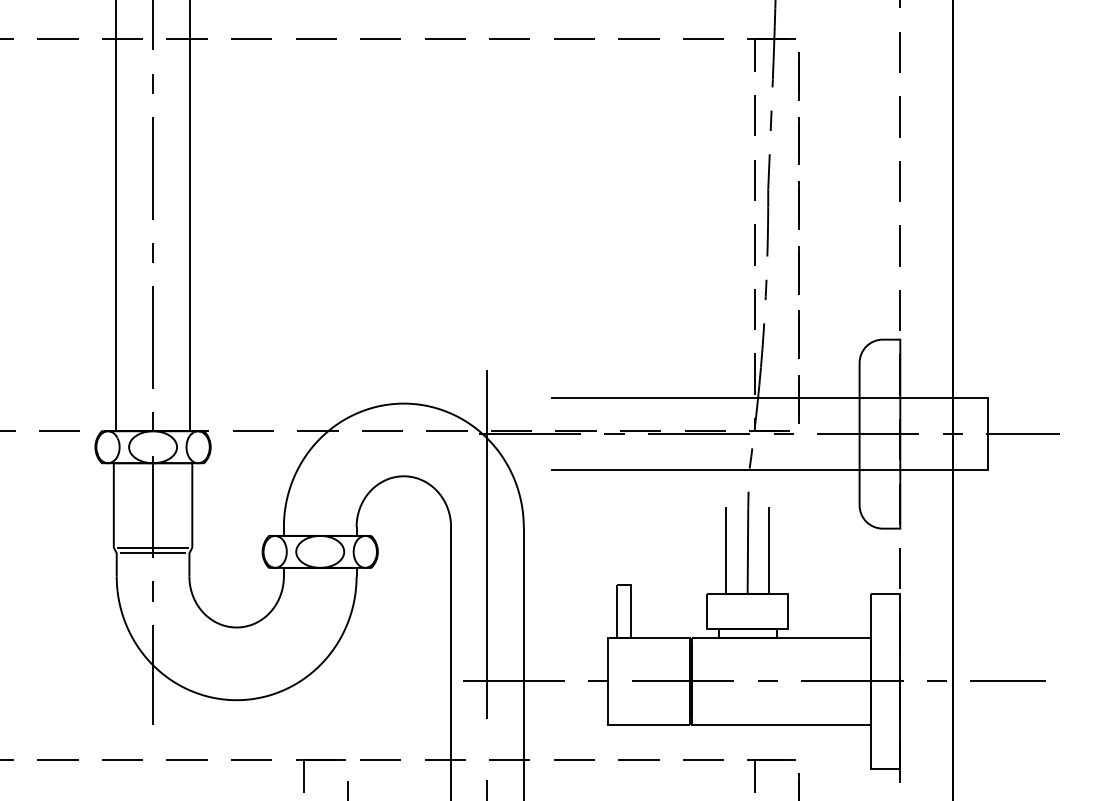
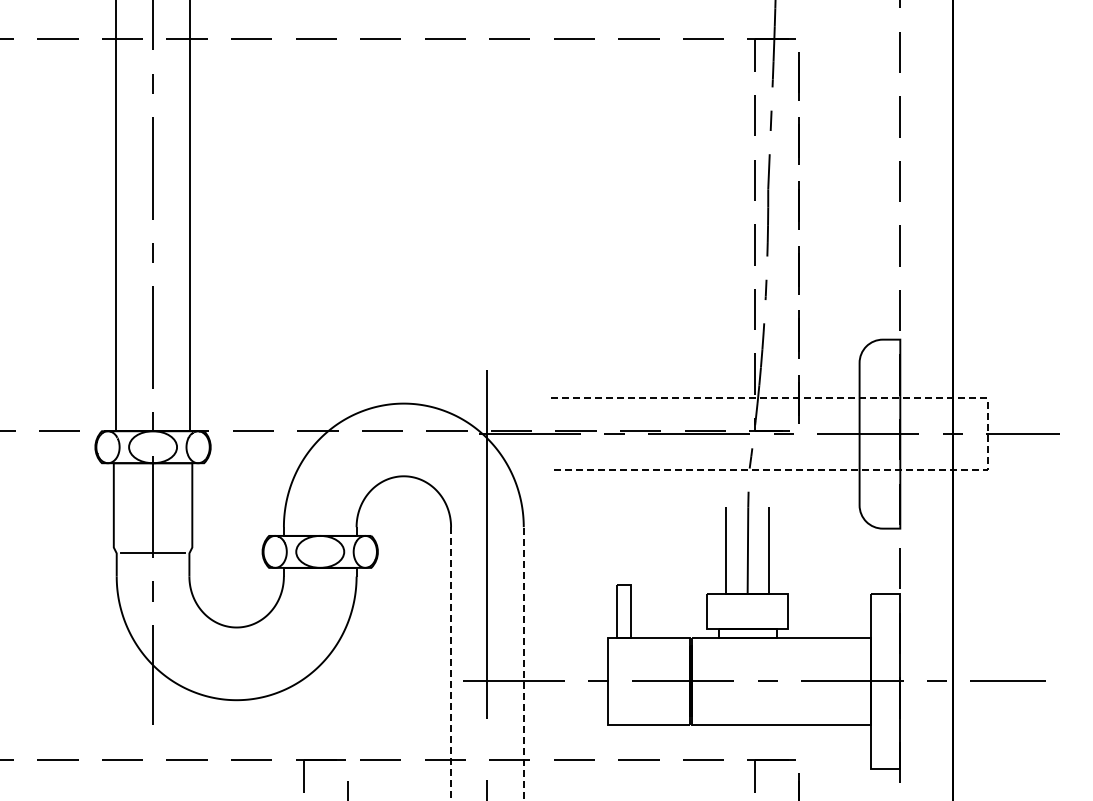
line at (987, 434): solid -> dashed
line at (152, 547): present -> none
line at (523, 800): solid -> dashed
